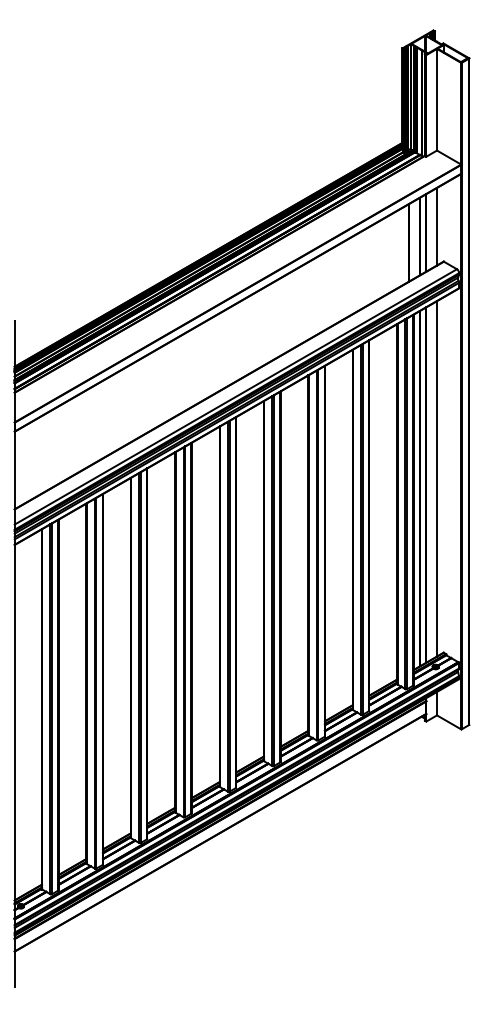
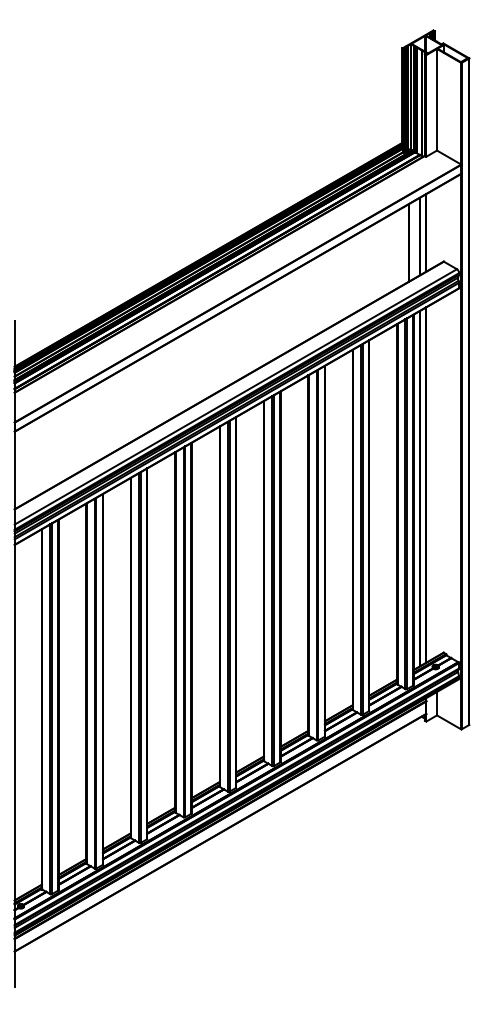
line at (437, 226): present -> none
line at (437, 478): present -> none
